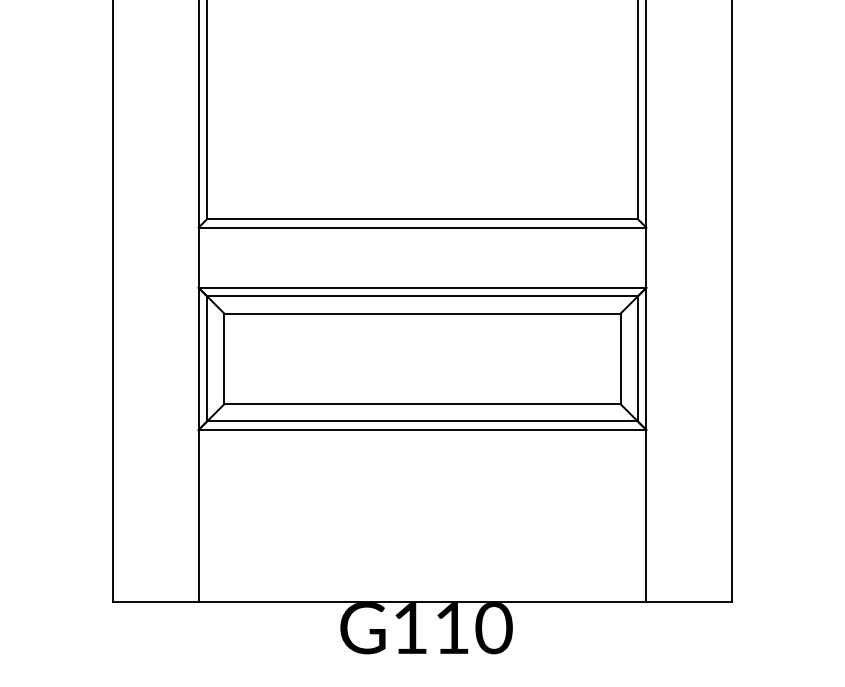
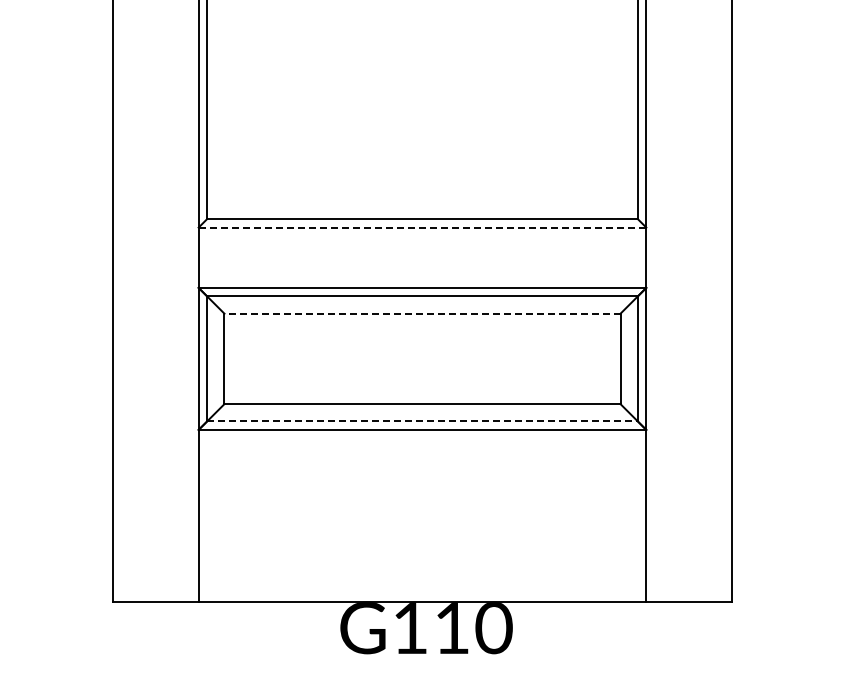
line at (422, 227): solid -> dashed
line at (421, 313): solid -> dashed
line at (422, 421): solid -> dashed
